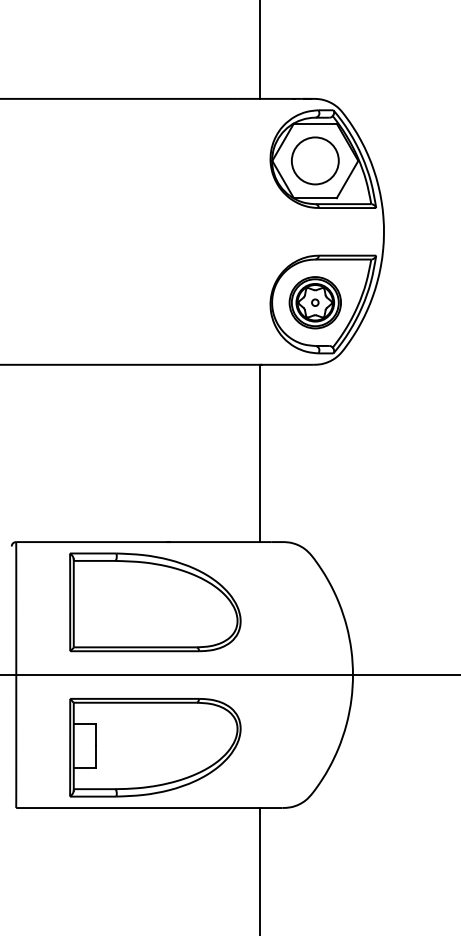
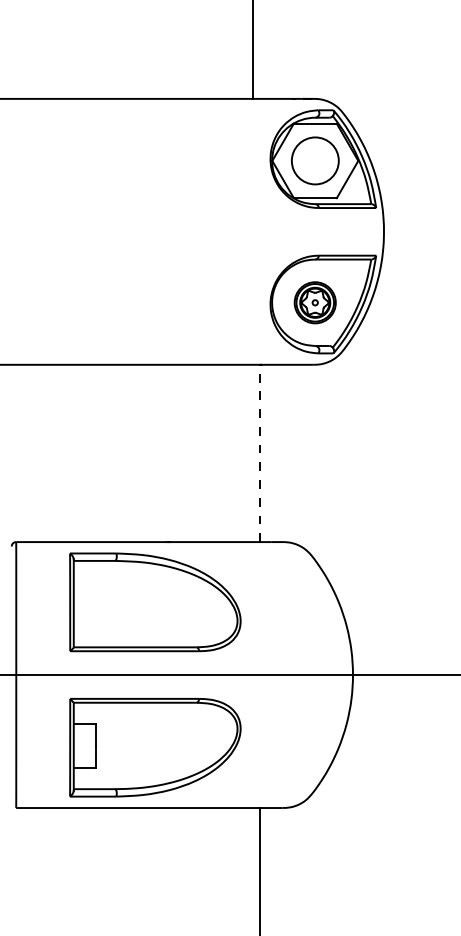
line at (259, 50) position: (259, 50) -> (252, 50)
part at (314, 302) size: 54x54 px -> 44x44 px
line at (259, 453): solid -> dashed
